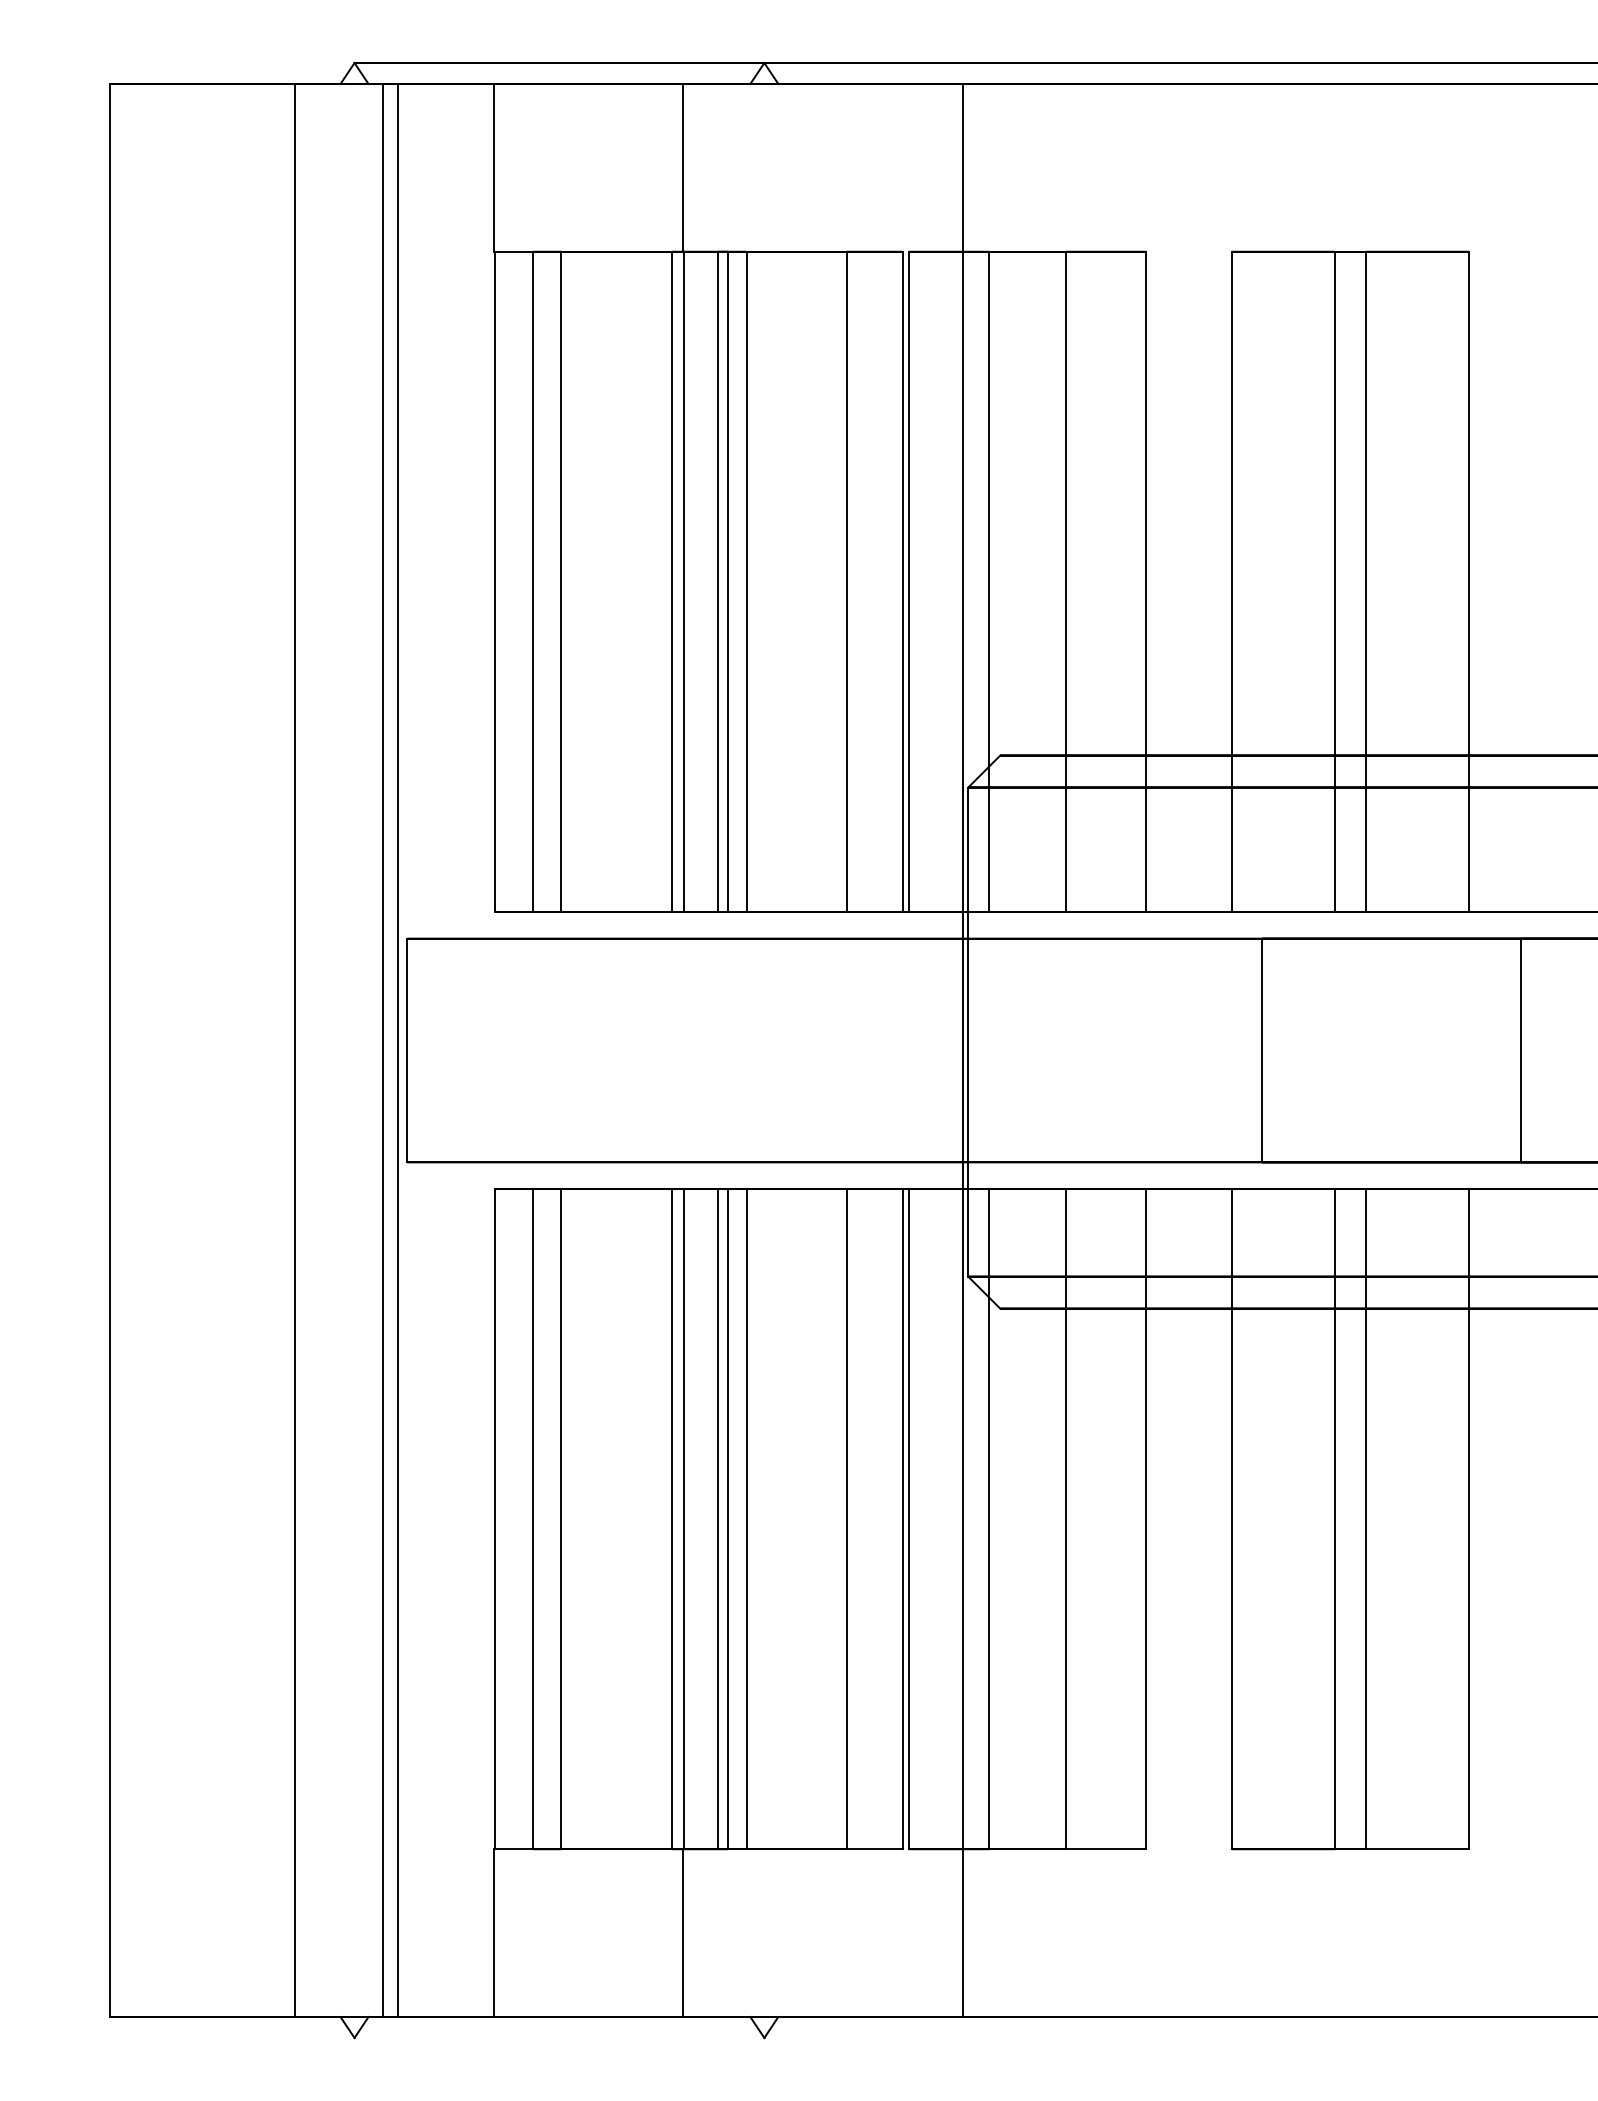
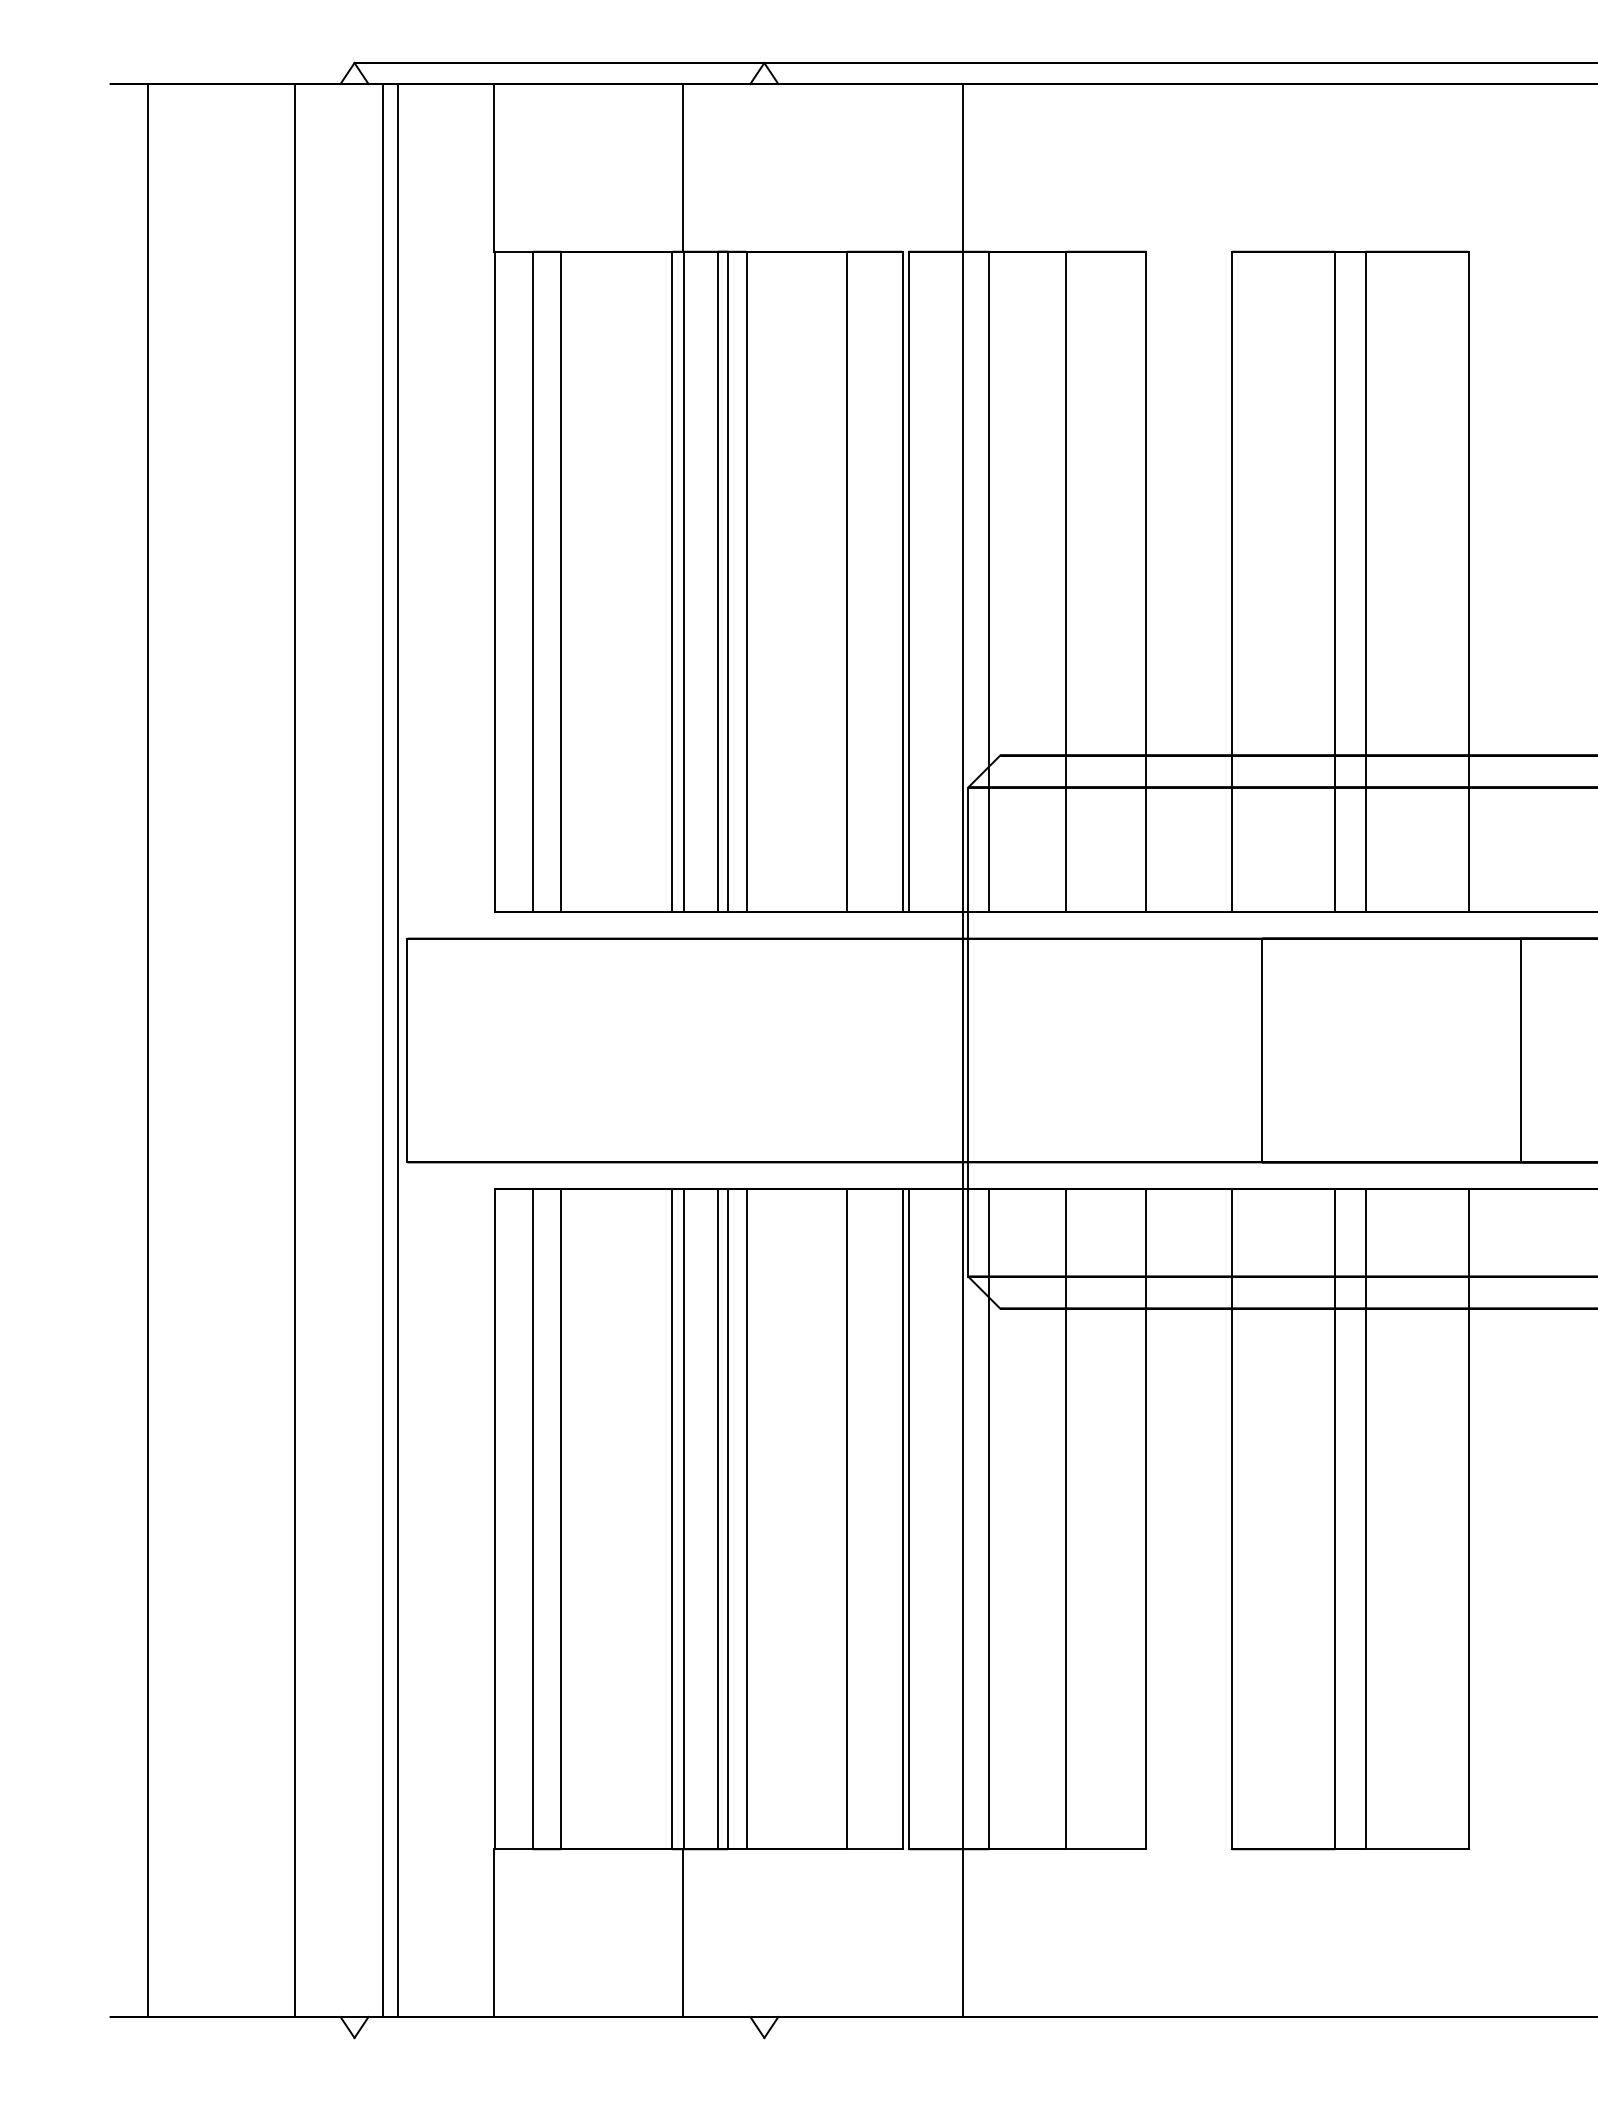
line at (109, 1050) position: (109, 1050) -> (147, 1050)
